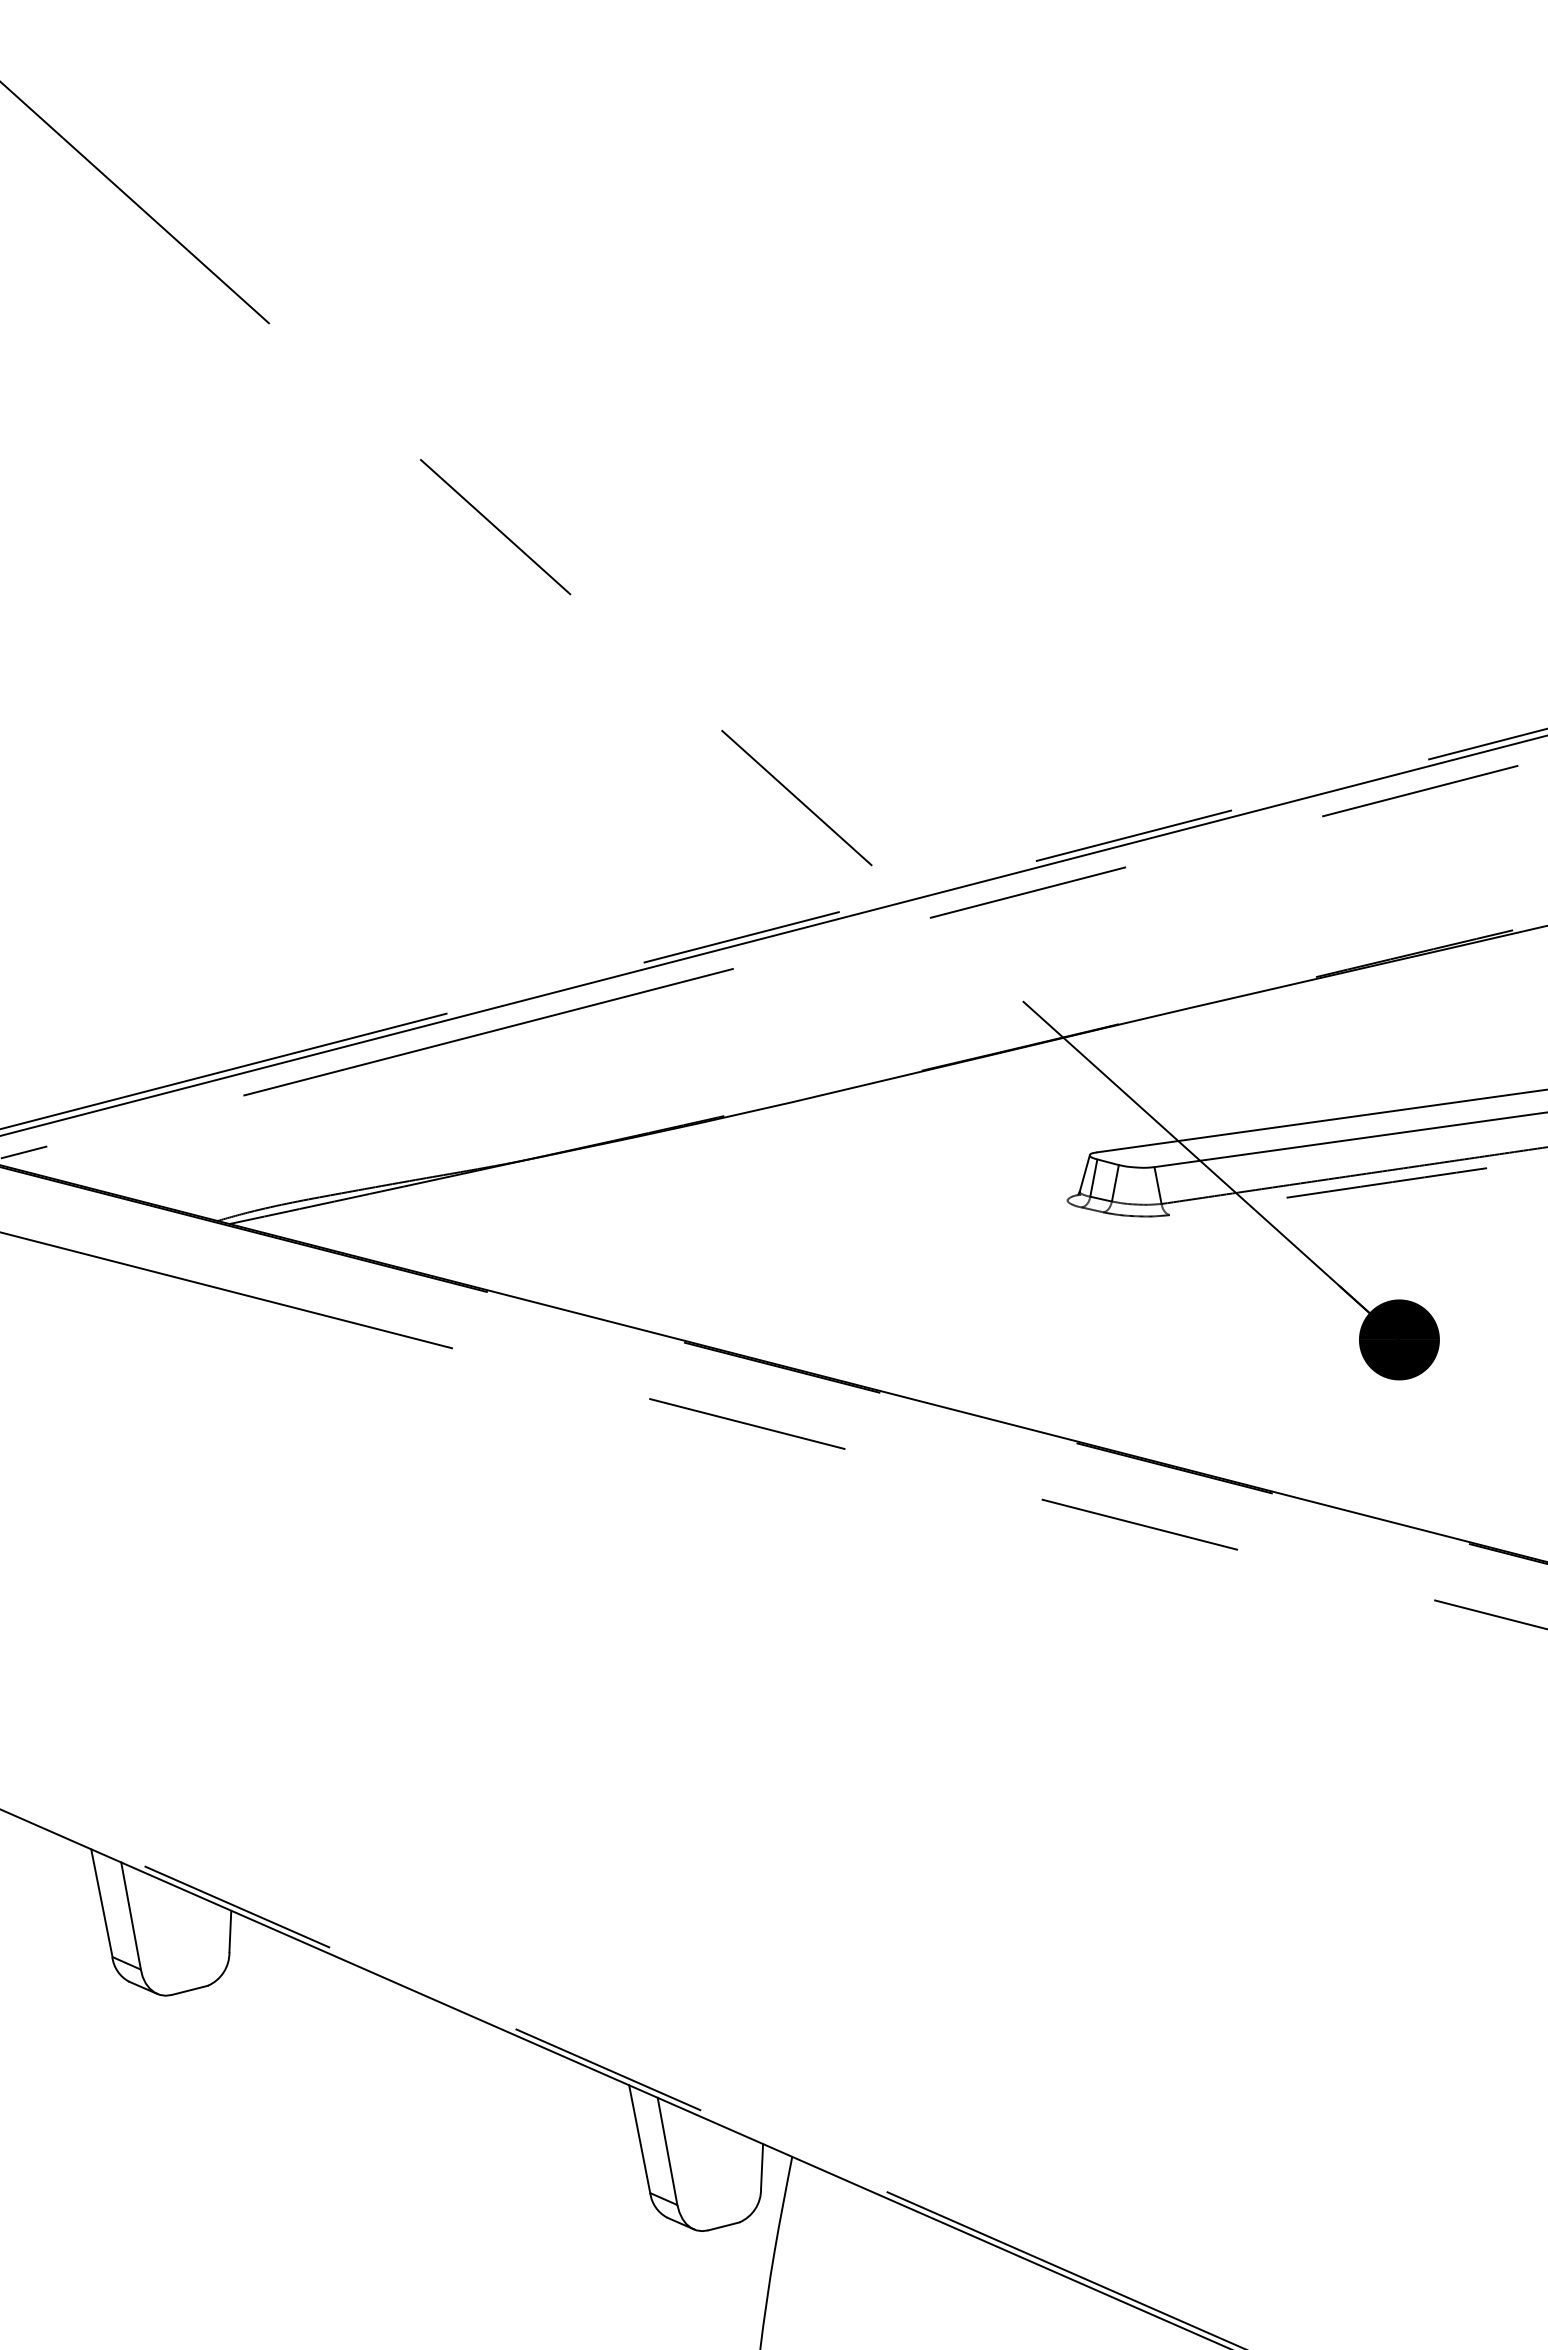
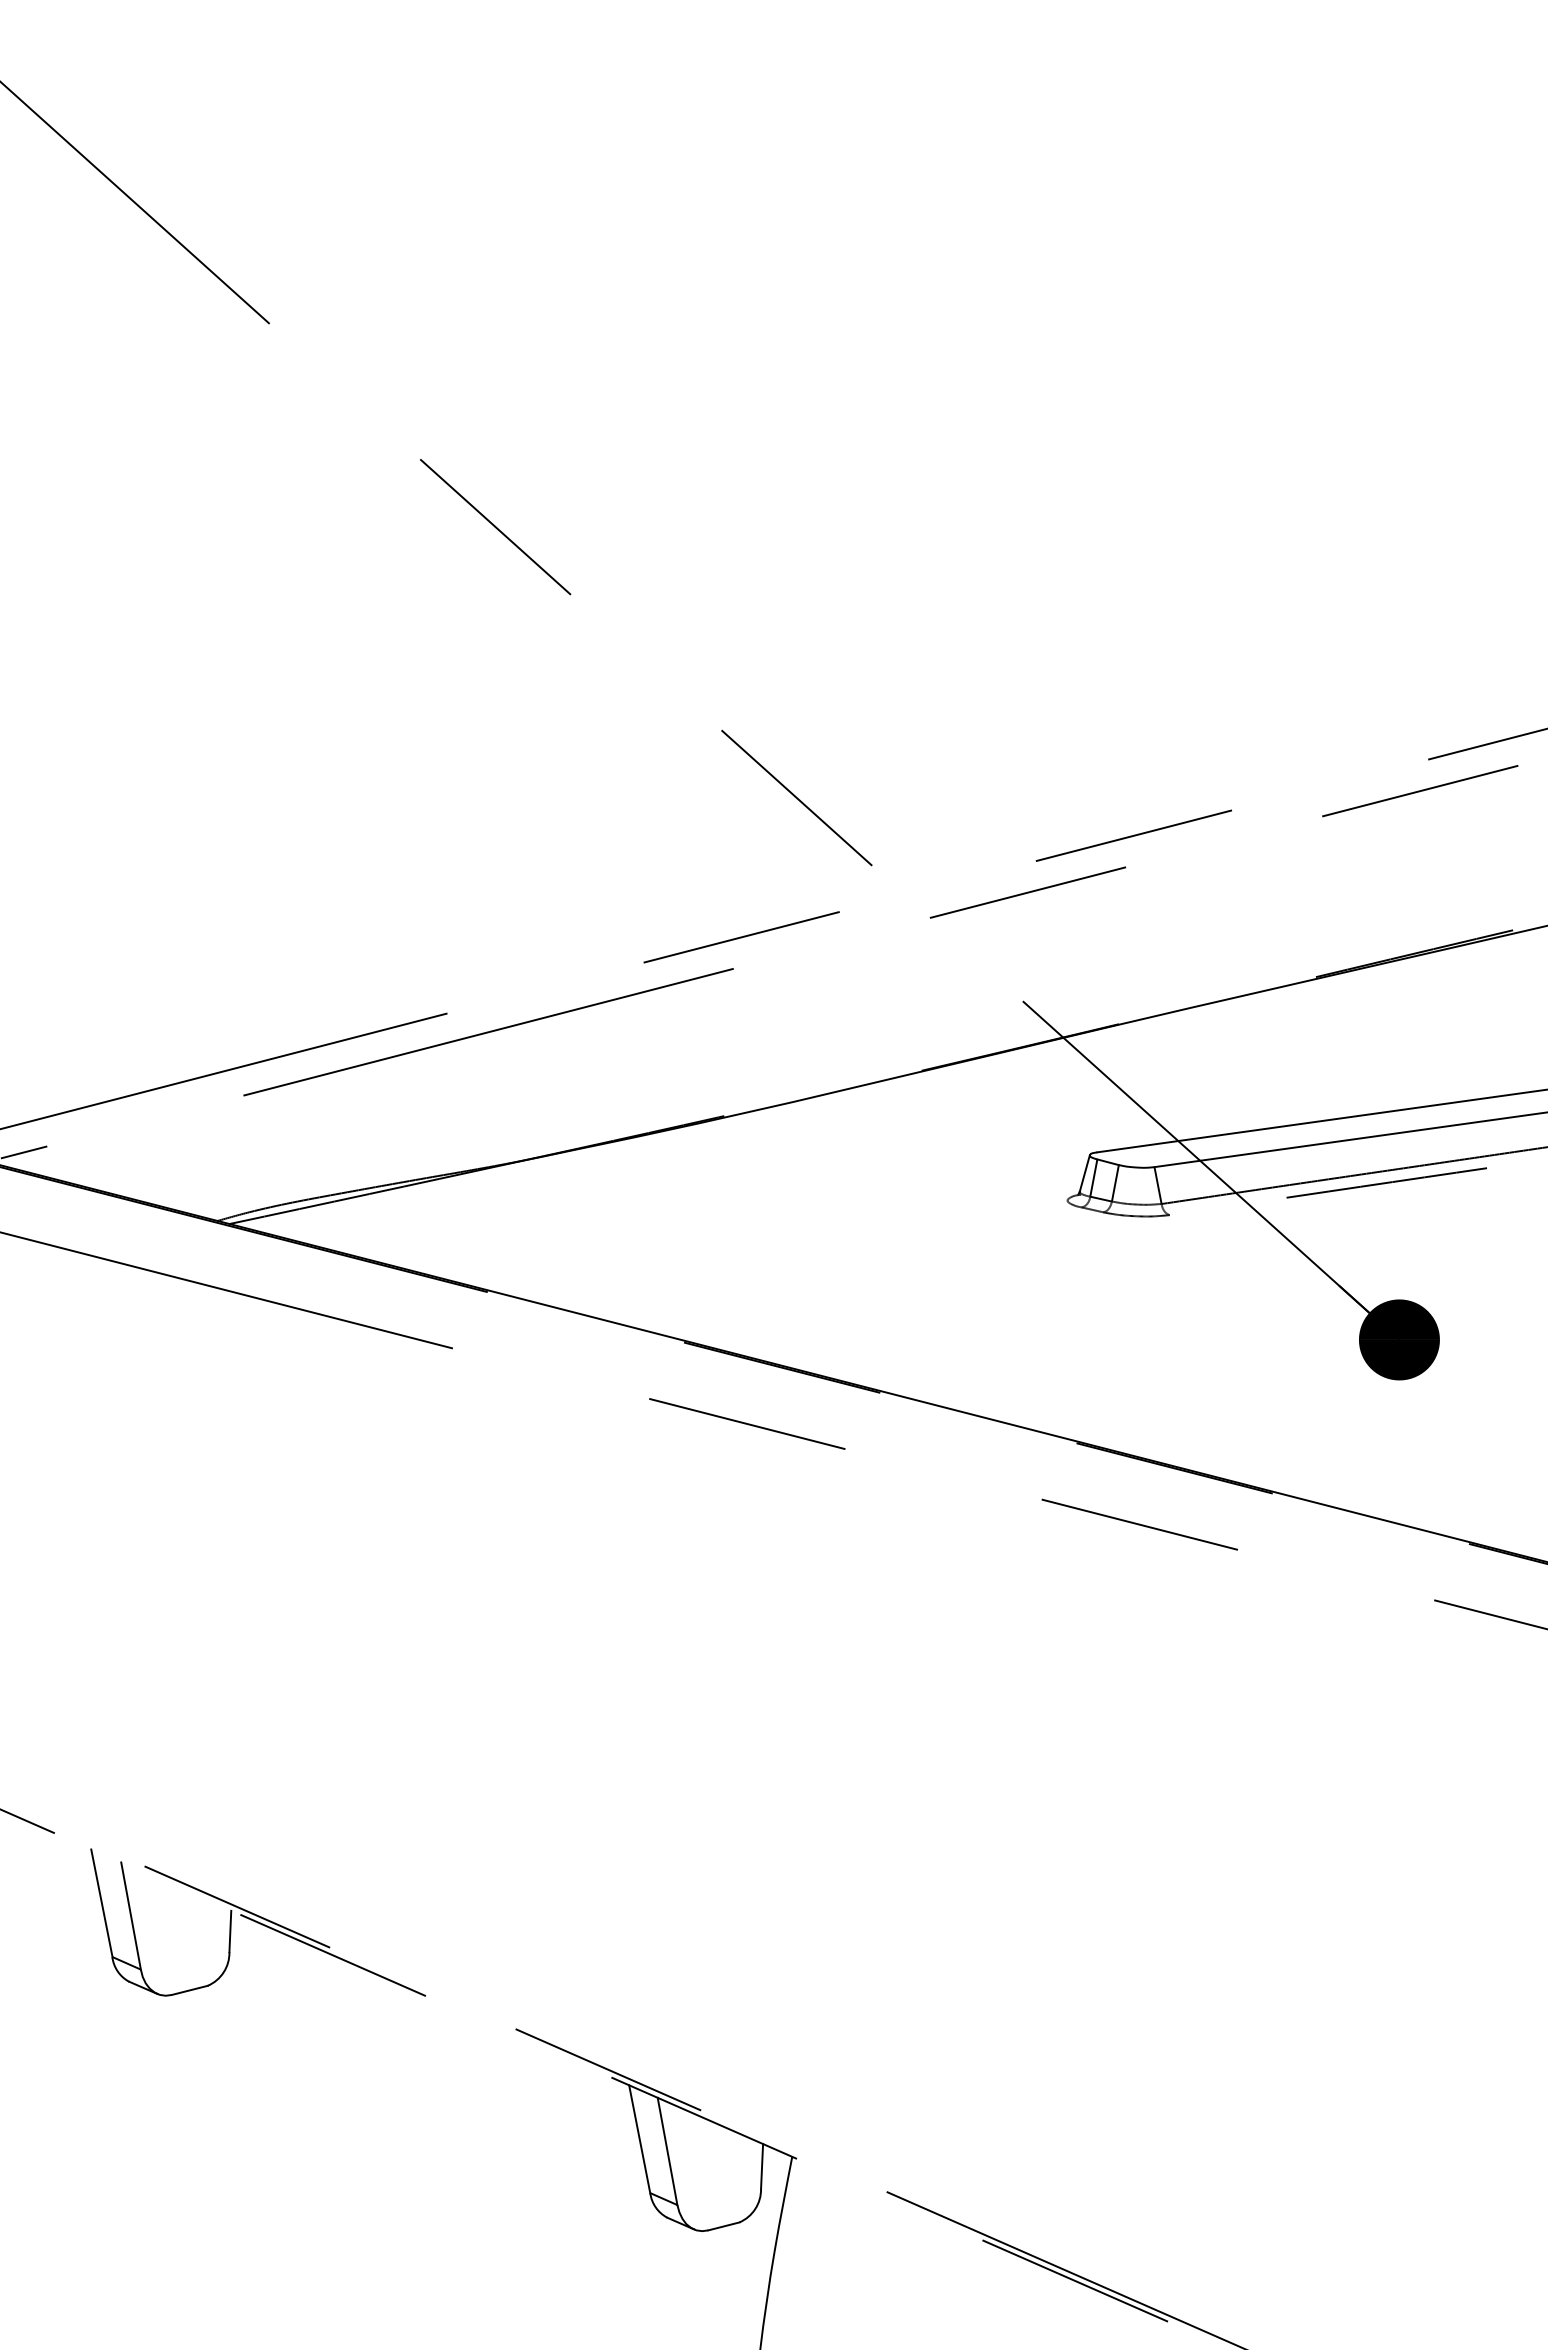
line at (773, 935): present -> none
line at (616, 2079): solid -> dashed
